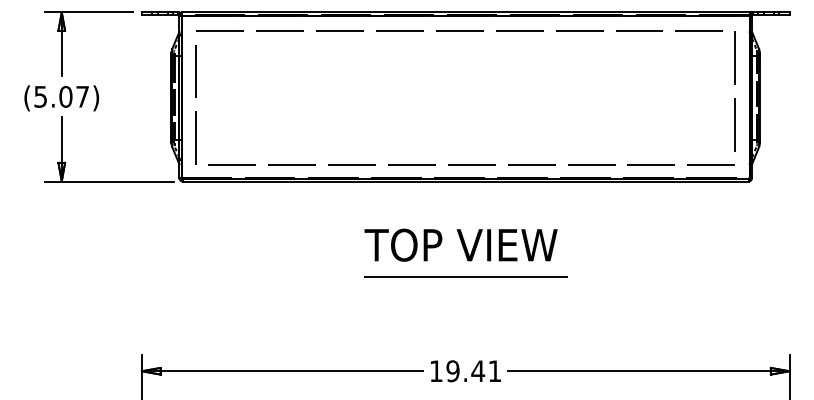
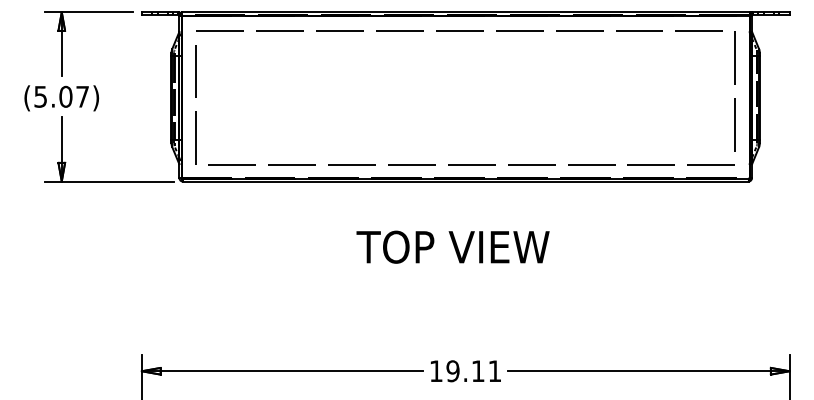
text at (460, 244) position: (460, 244) -> (452, 246)
line at (465, 276): present -> none
text at (478, 370): 19.41 -> 19.11
